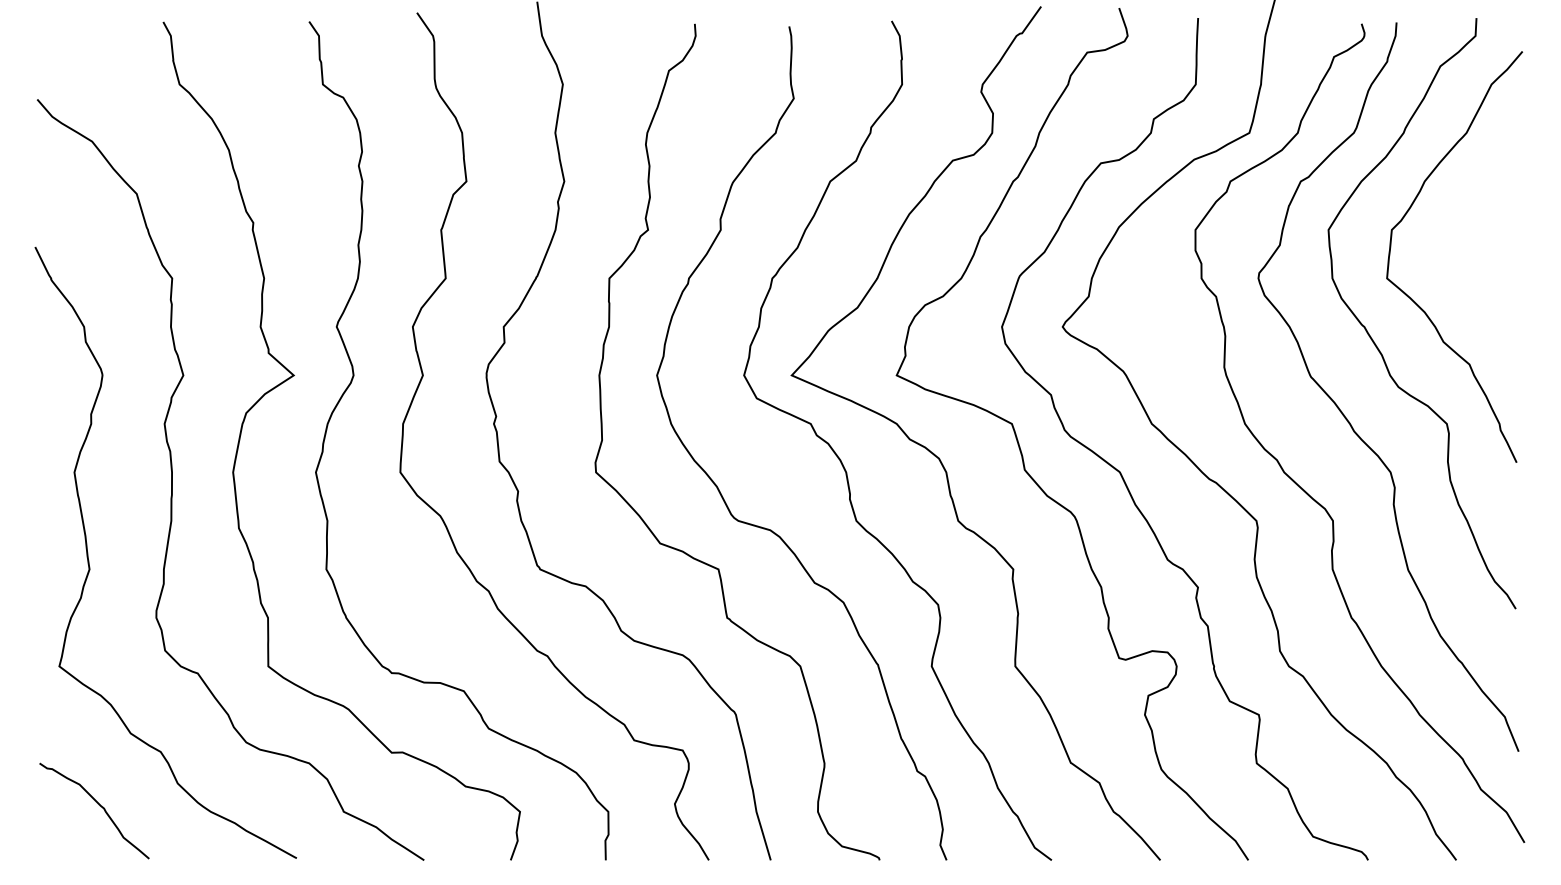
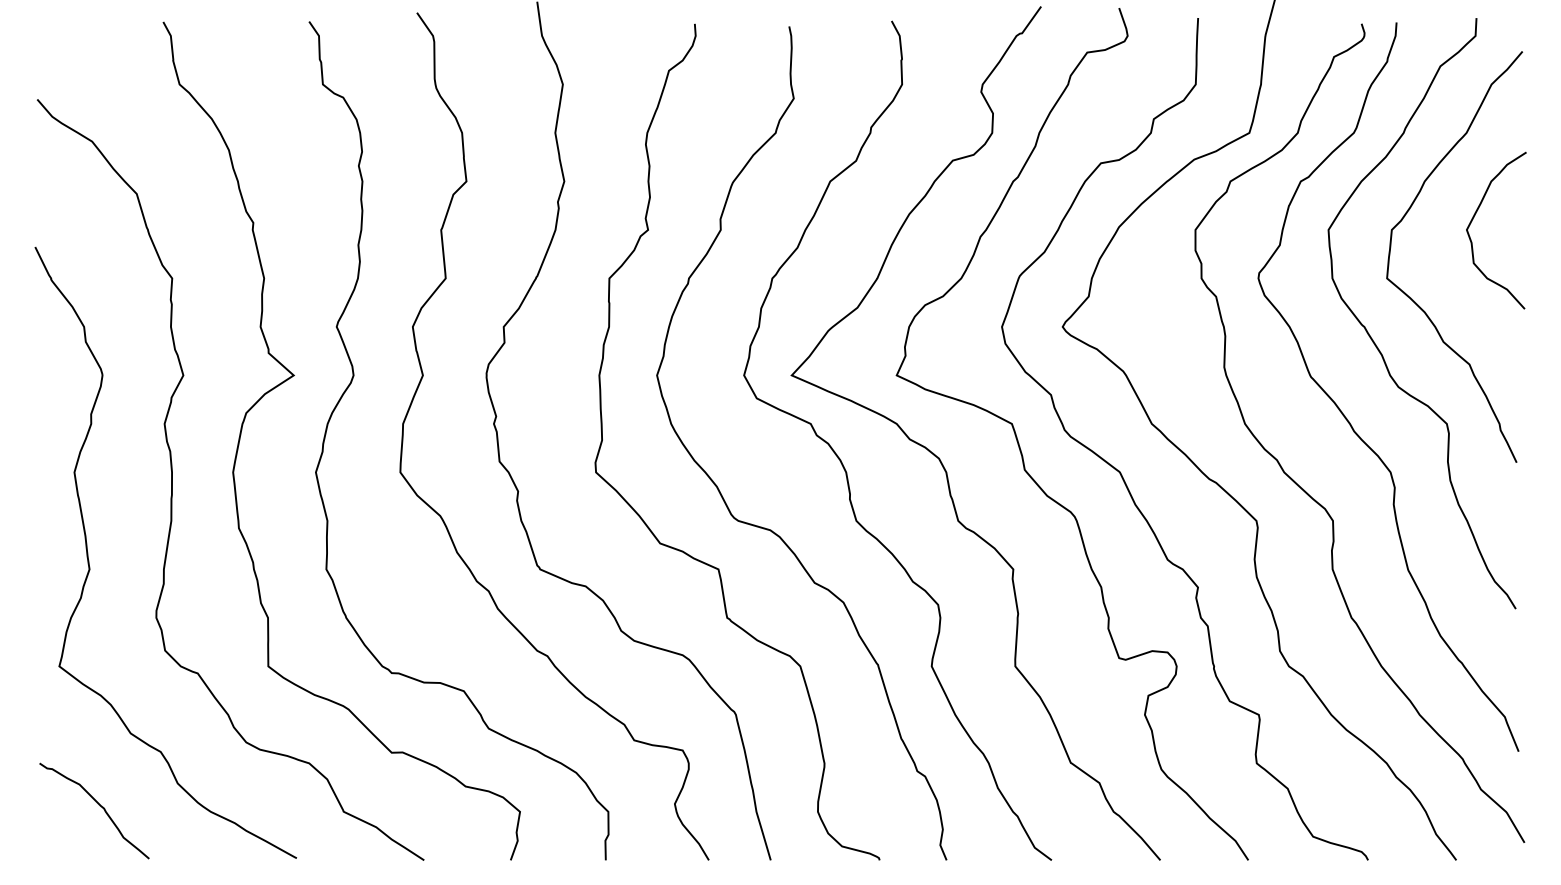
curve at (1473, 219): none -> present
